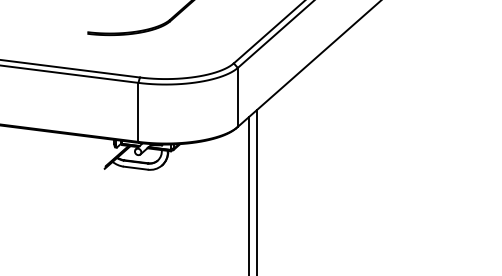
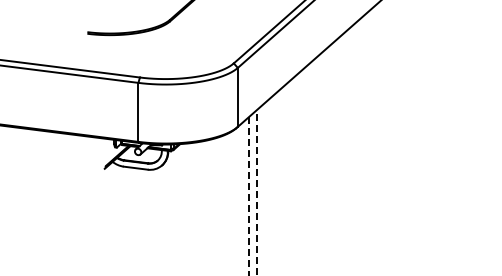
line at (257, 192): solid -> dashed
line at (248, 196): solid -> dashed
